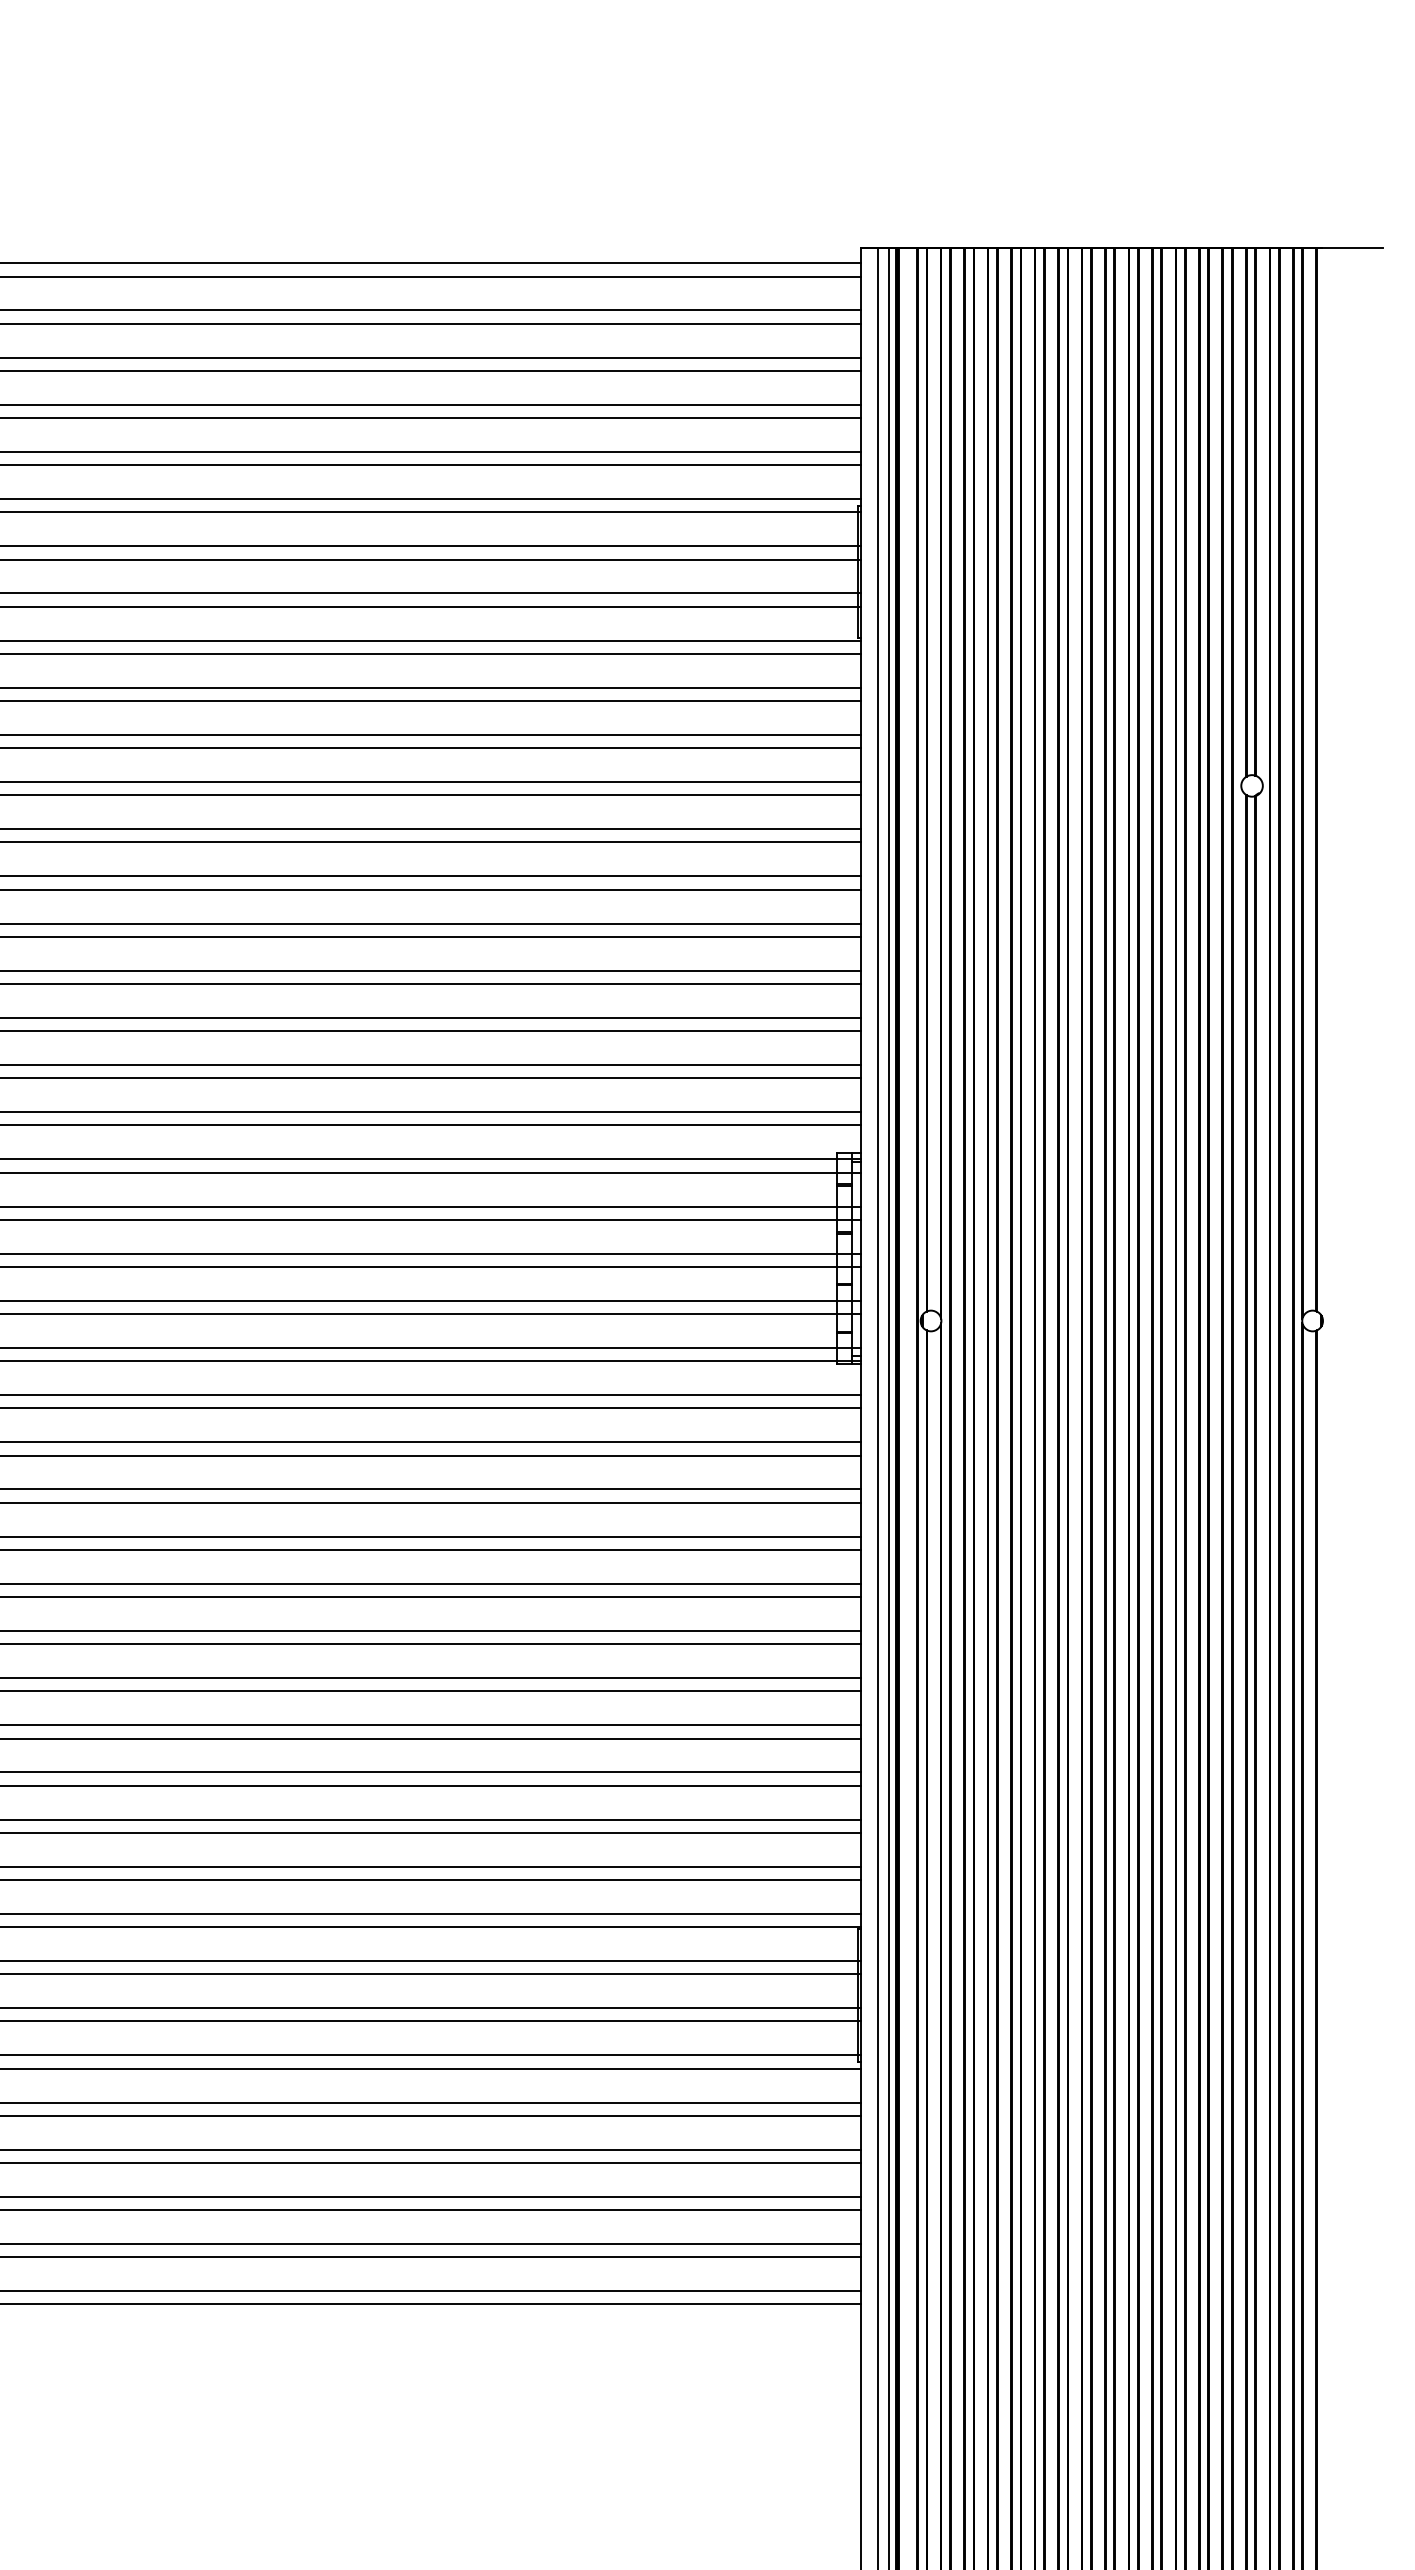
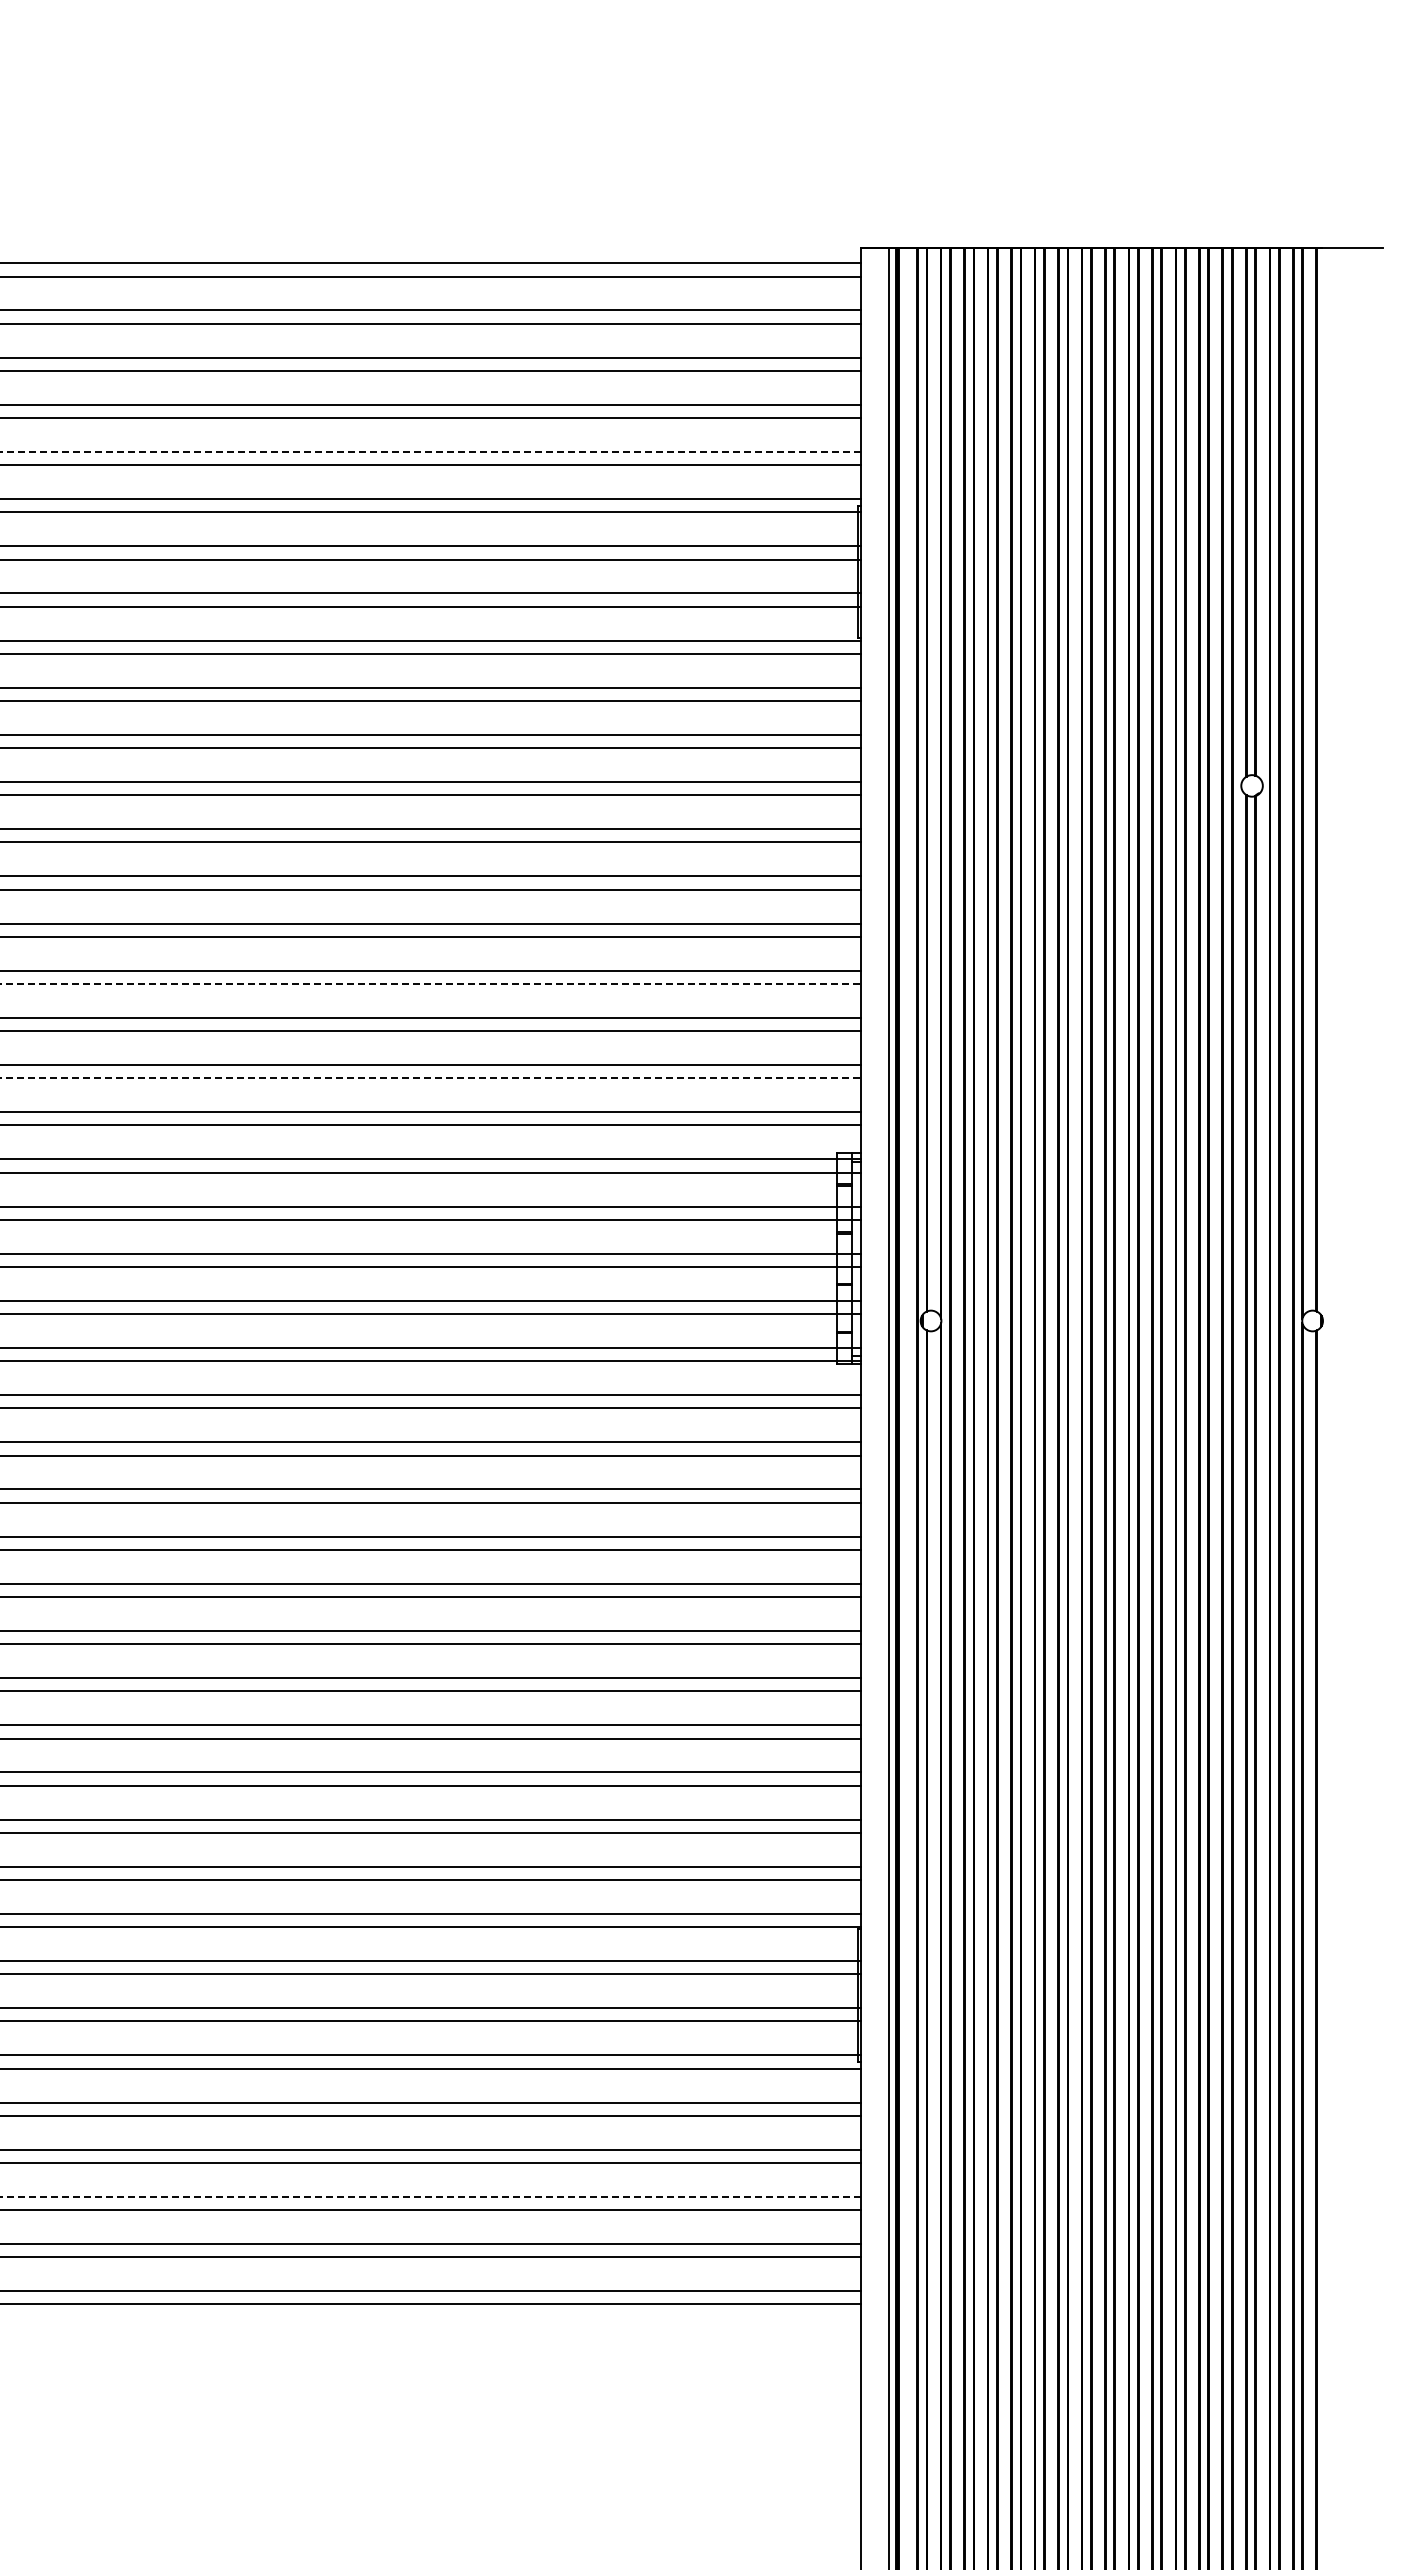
line at (430, 451): solid -> dashed
line at (430, 983): solid -> dashed
line at (430, 1078): solid -> dashed
line at (878, 1407): present -> none
line at (430, 2196): solid -> dashed
